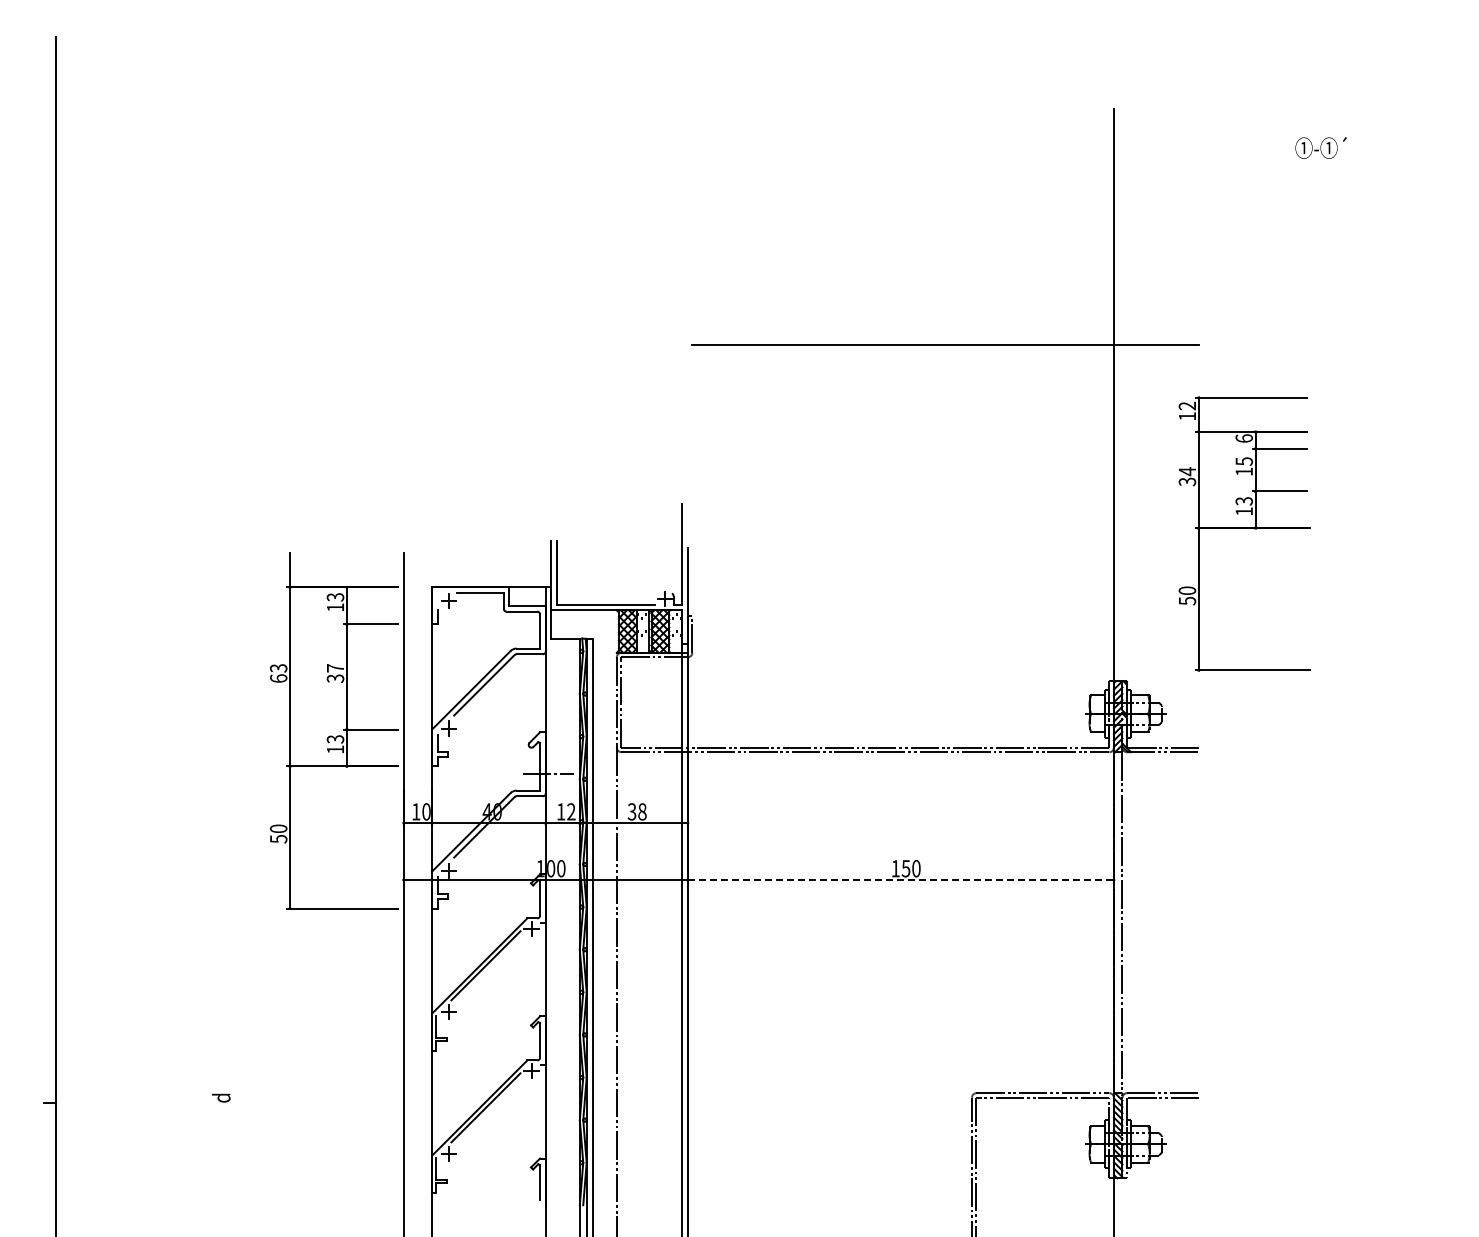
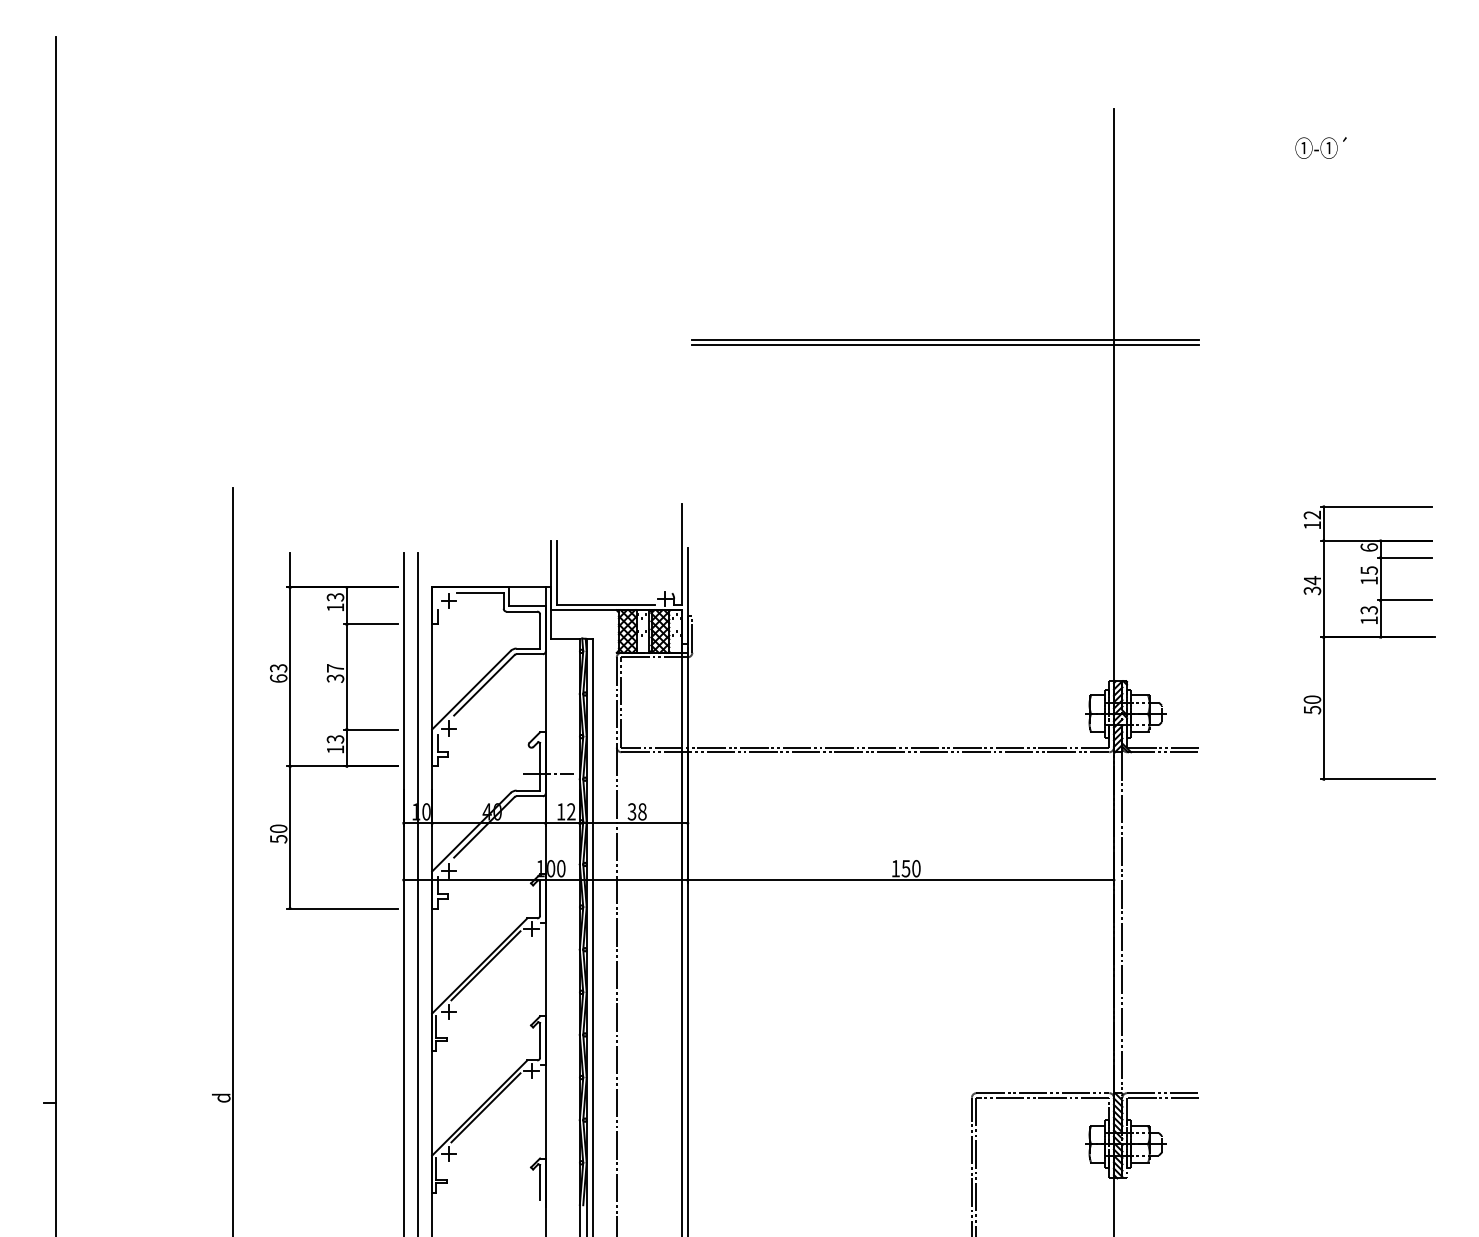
line at (945, 340): none -> present
part at (1244, 533) position: (1244, 533) -> (1369, 642)
line at (233, 860): none -> present
line at (901, 880): dashed -> solid
line at (417, 892): none -> present
